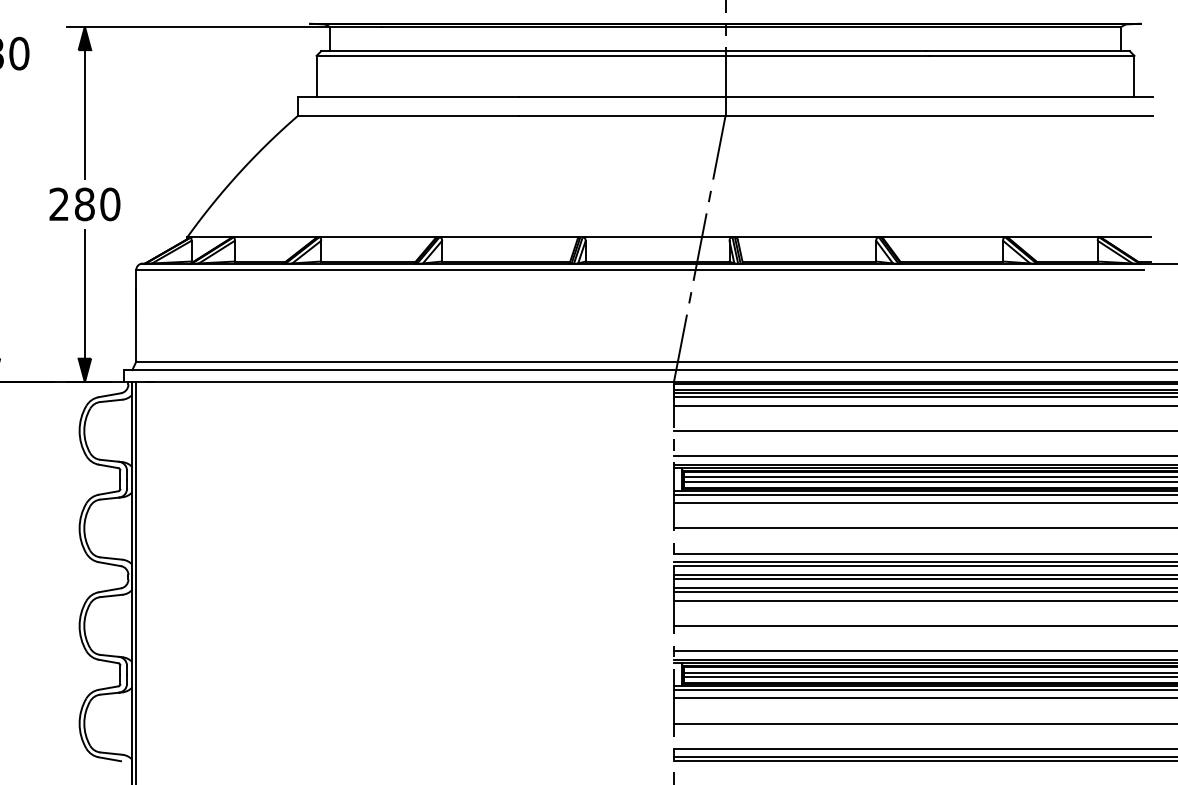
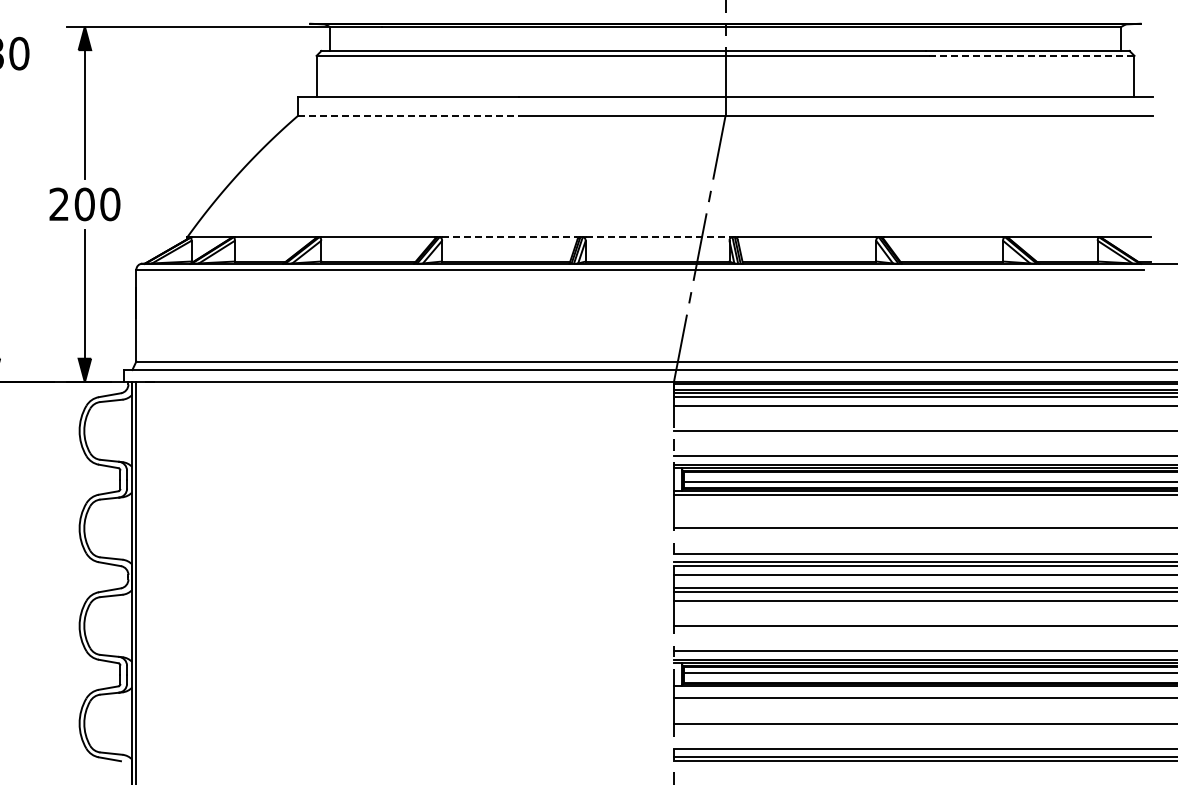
line at (1031, 55): solid -> dashed
line at (408, 115): solid -> dashed
text at (84, 204): 280 -> 200
line at (509, 237): solid -> dashed
line at (657, 237): solid -> dashed
line at (929, 477): present -> none
line at (923, 503): present -> none
line at (923, 579): present -> none
line at (929, 677): present -> none
line at (923, 689): present -> none
